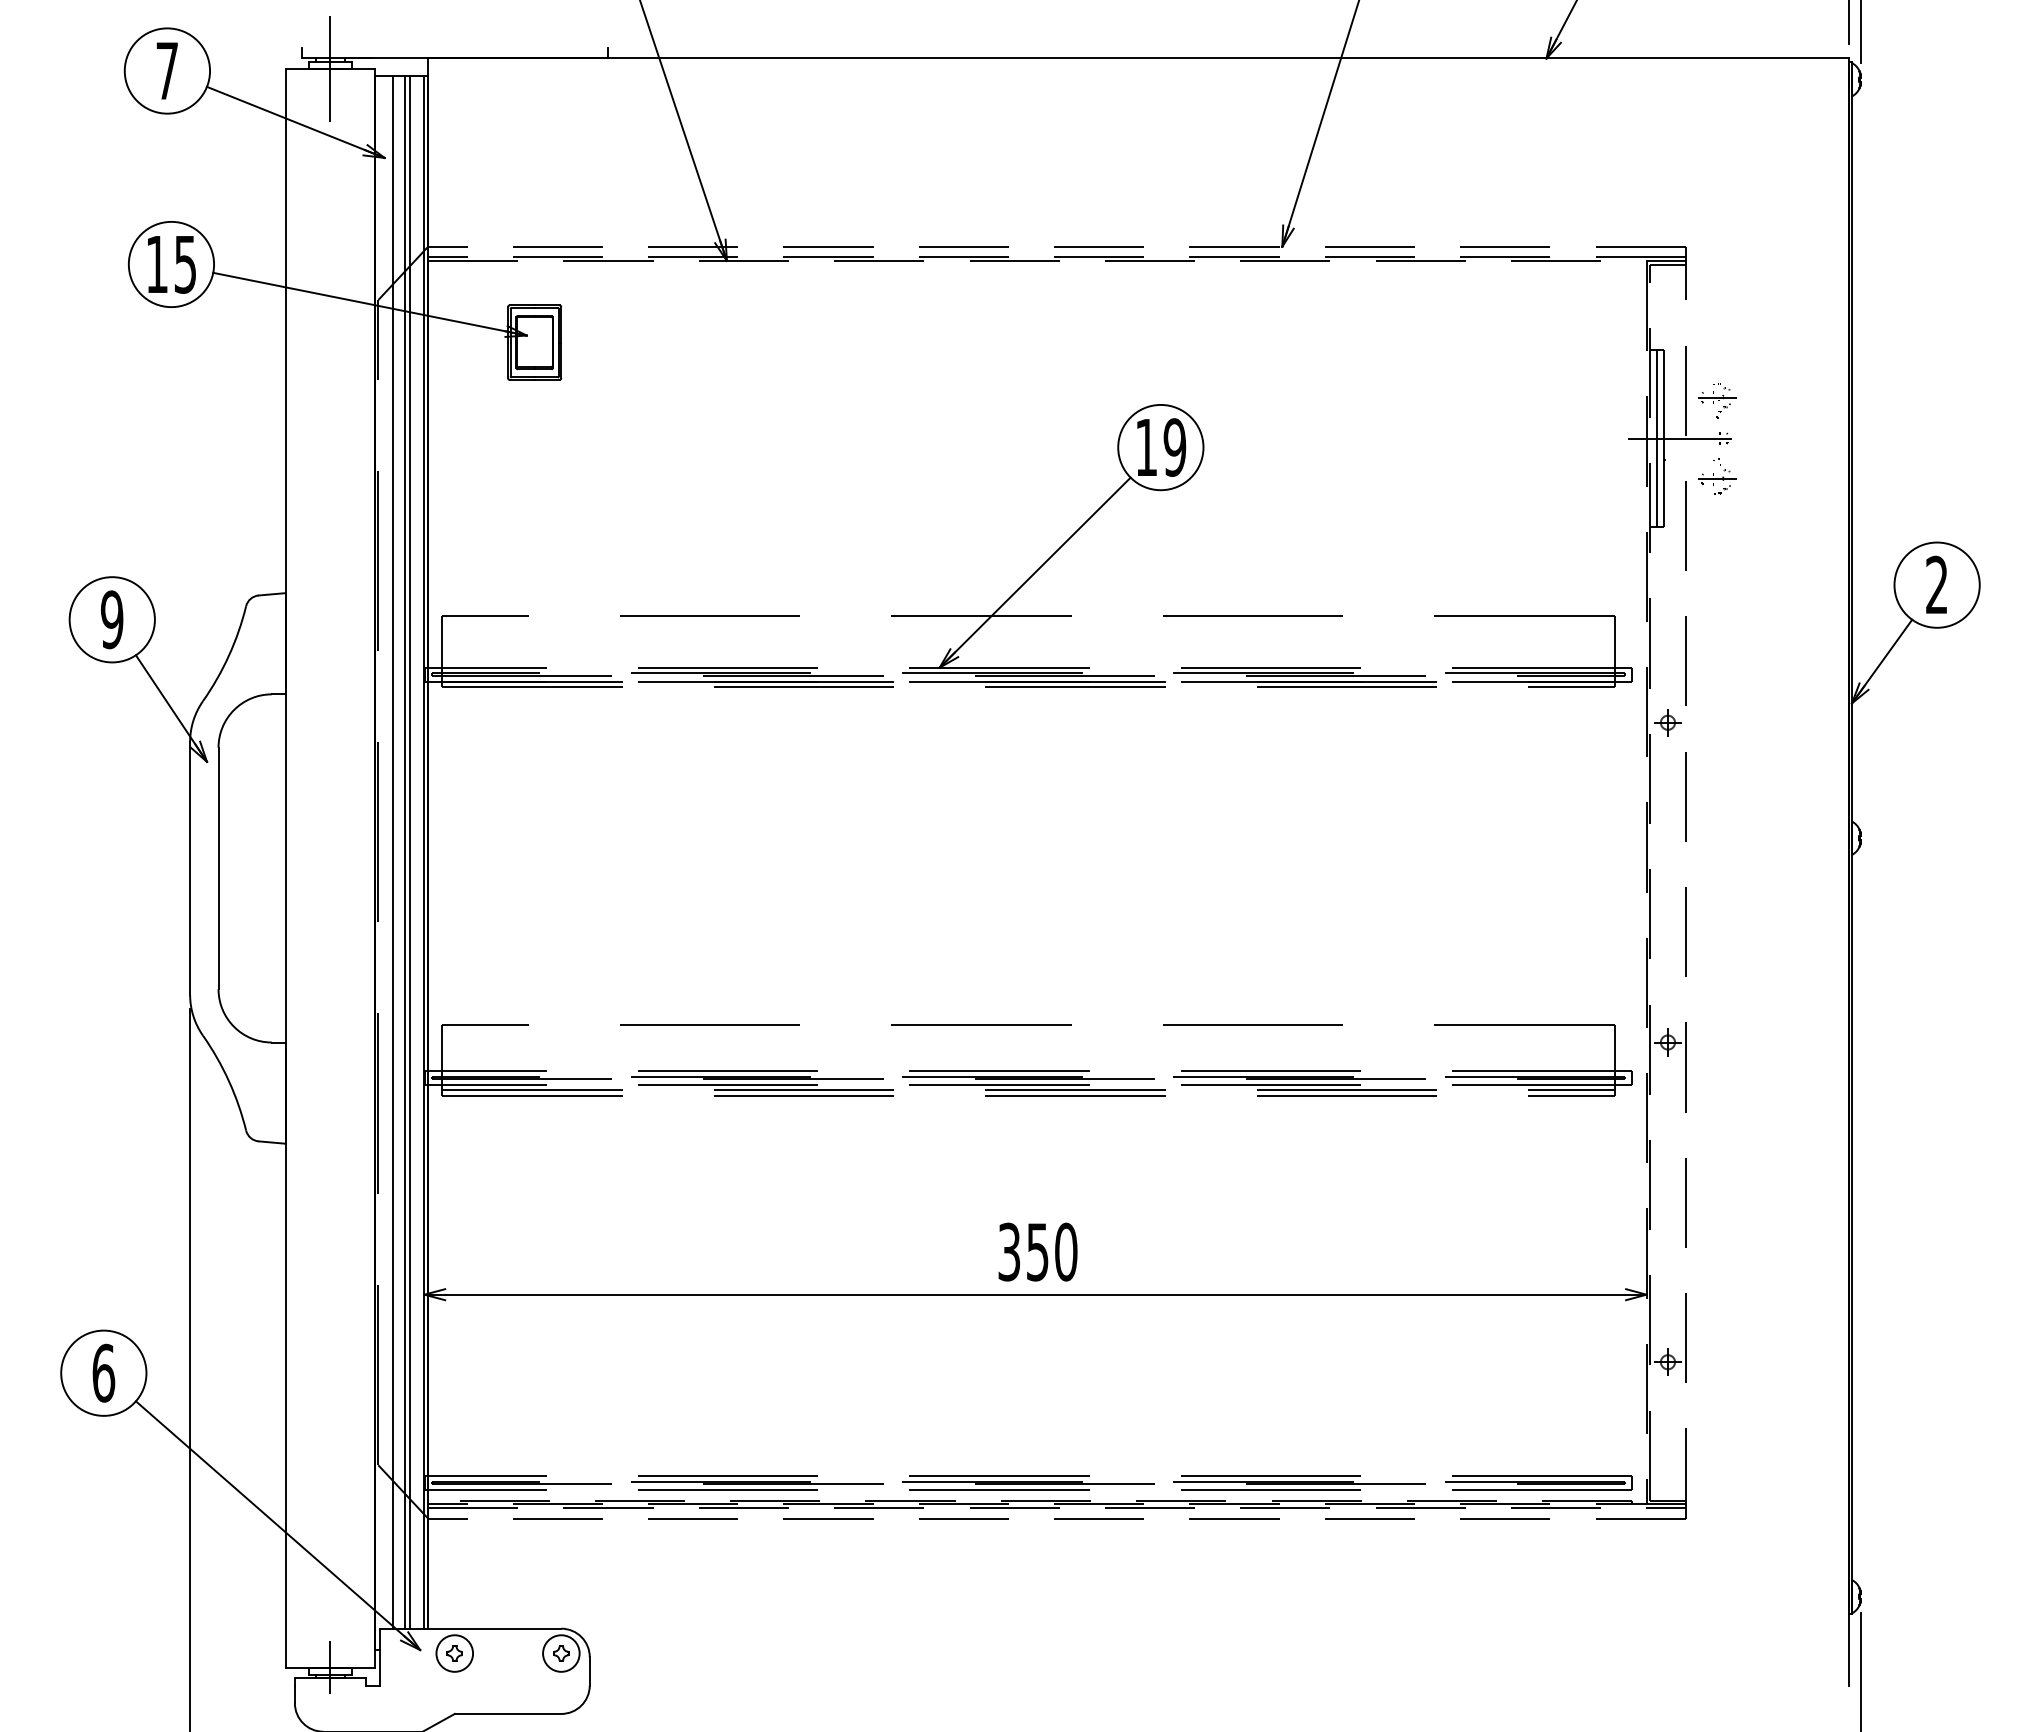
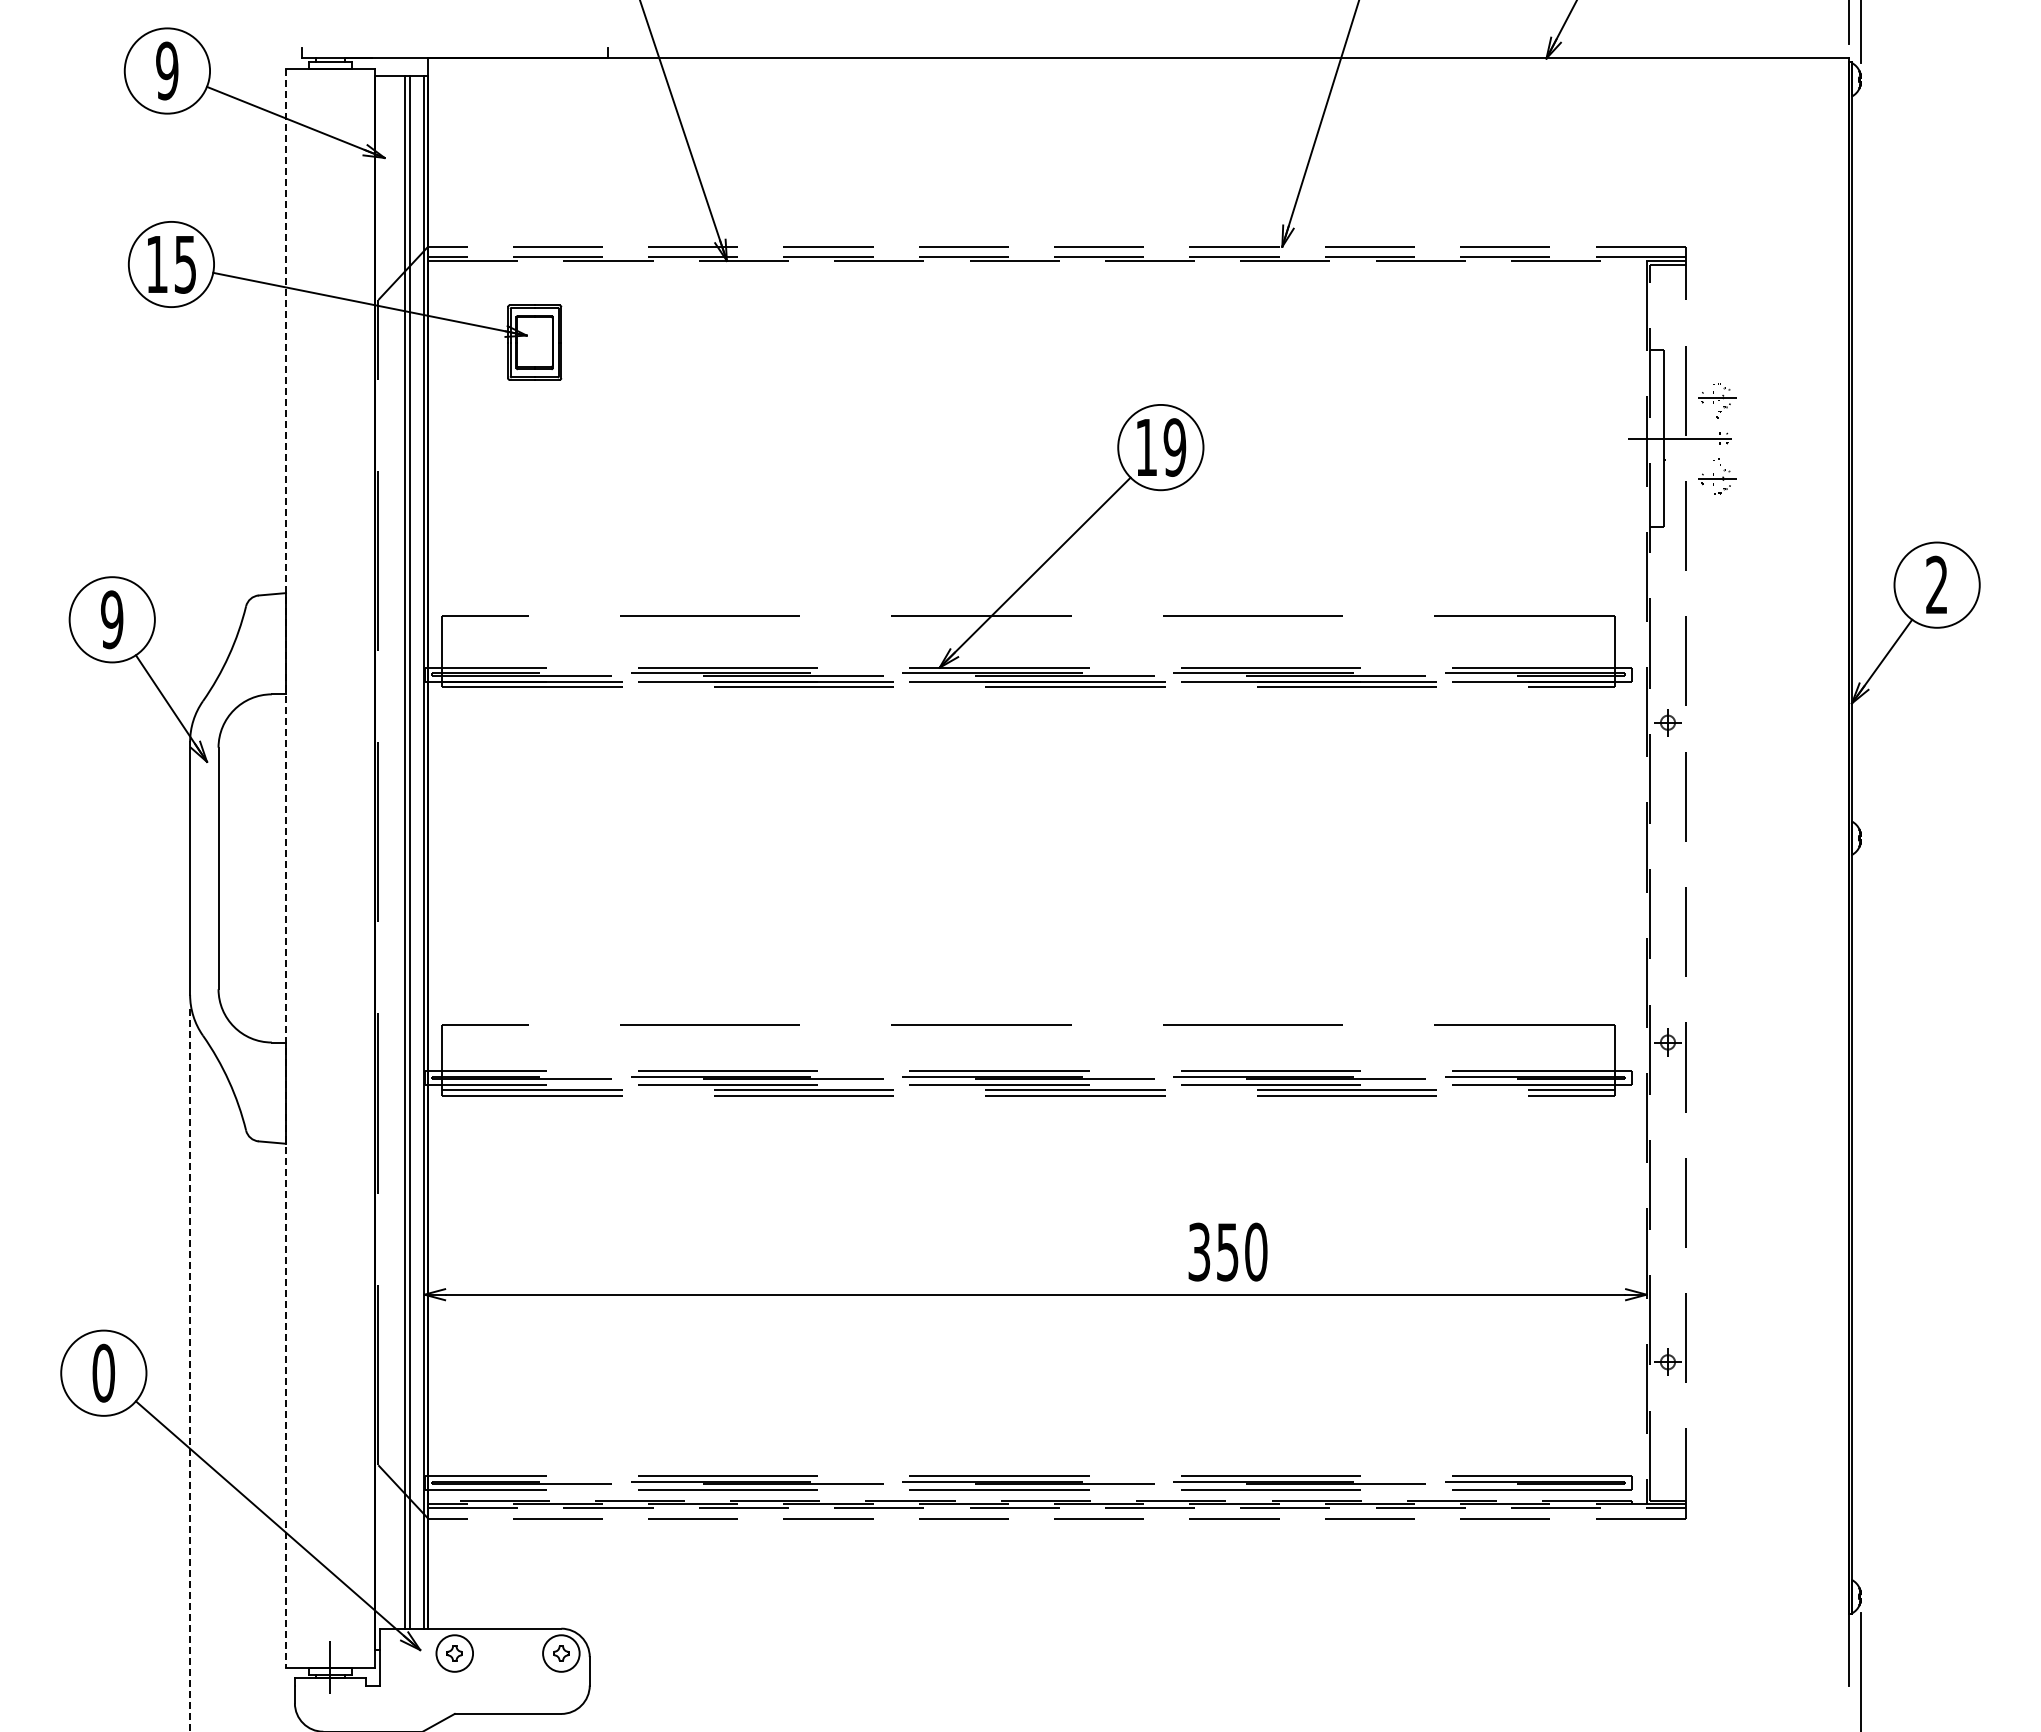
line at (330, 68): present -> none
text at (167, 70): 7 -> 9
line at (1657, 438): present -> none
line at (392, 852): present -> none
line at (286, 868): solid -> dashed
text at (1037, 1251) position: (1037, 1251) -> (1227, 1251)
line at (190, 1371): solid -> dashed
text at (103, 1372): 6 -> 0
